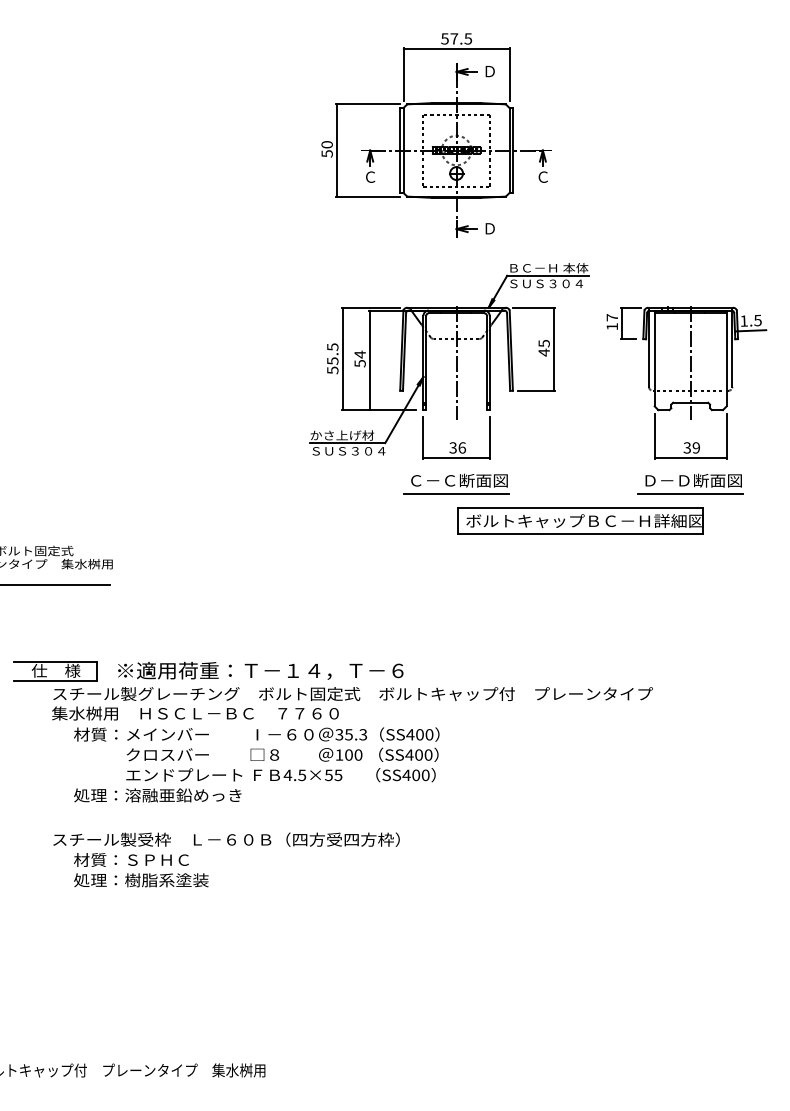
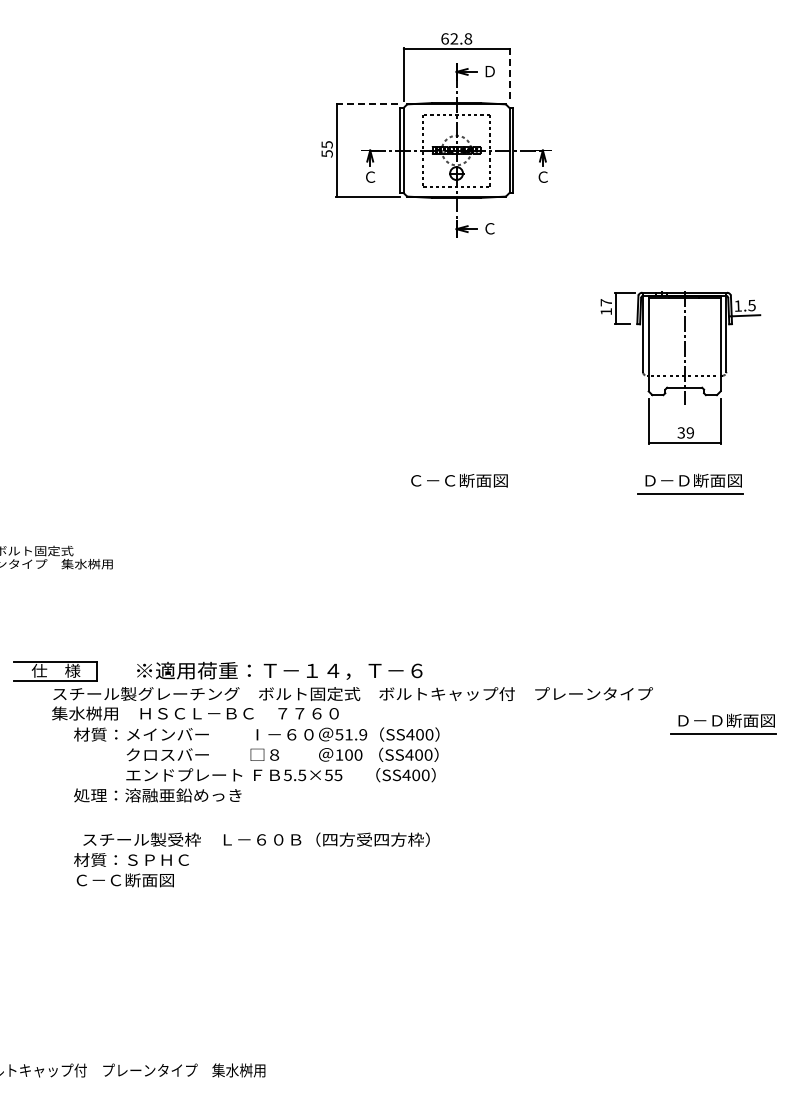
text at (456, 38): 57.5 -> 62.8
line at (509, 74): solid -> dashed
line at (367, 104): solid -> dashed
text at (326, 144): 50 -> 55
text at (489, 228): Ｄ -> Ｃ
part at (456, 361): present -> none
part at (686, 382) position: (686, 382) -> (680, 367)
line at (456, 494): present -> none
part at (580, 520): present -> none
line at (55, 584): present -> none
text at (260, 670) position: (260, 670) -> (279, 670)
part at (723, 723): none -> present
text at (351, 734): 35.3 -> 51.9
text at (287, 775): 4.5×55 -> 5.5×55
text at (226, 839) position: (226, 839) -> (256, 839)
text at (141, 880): 処理：樹脂系塗装 -> Ｃ－Ｃ断面図
